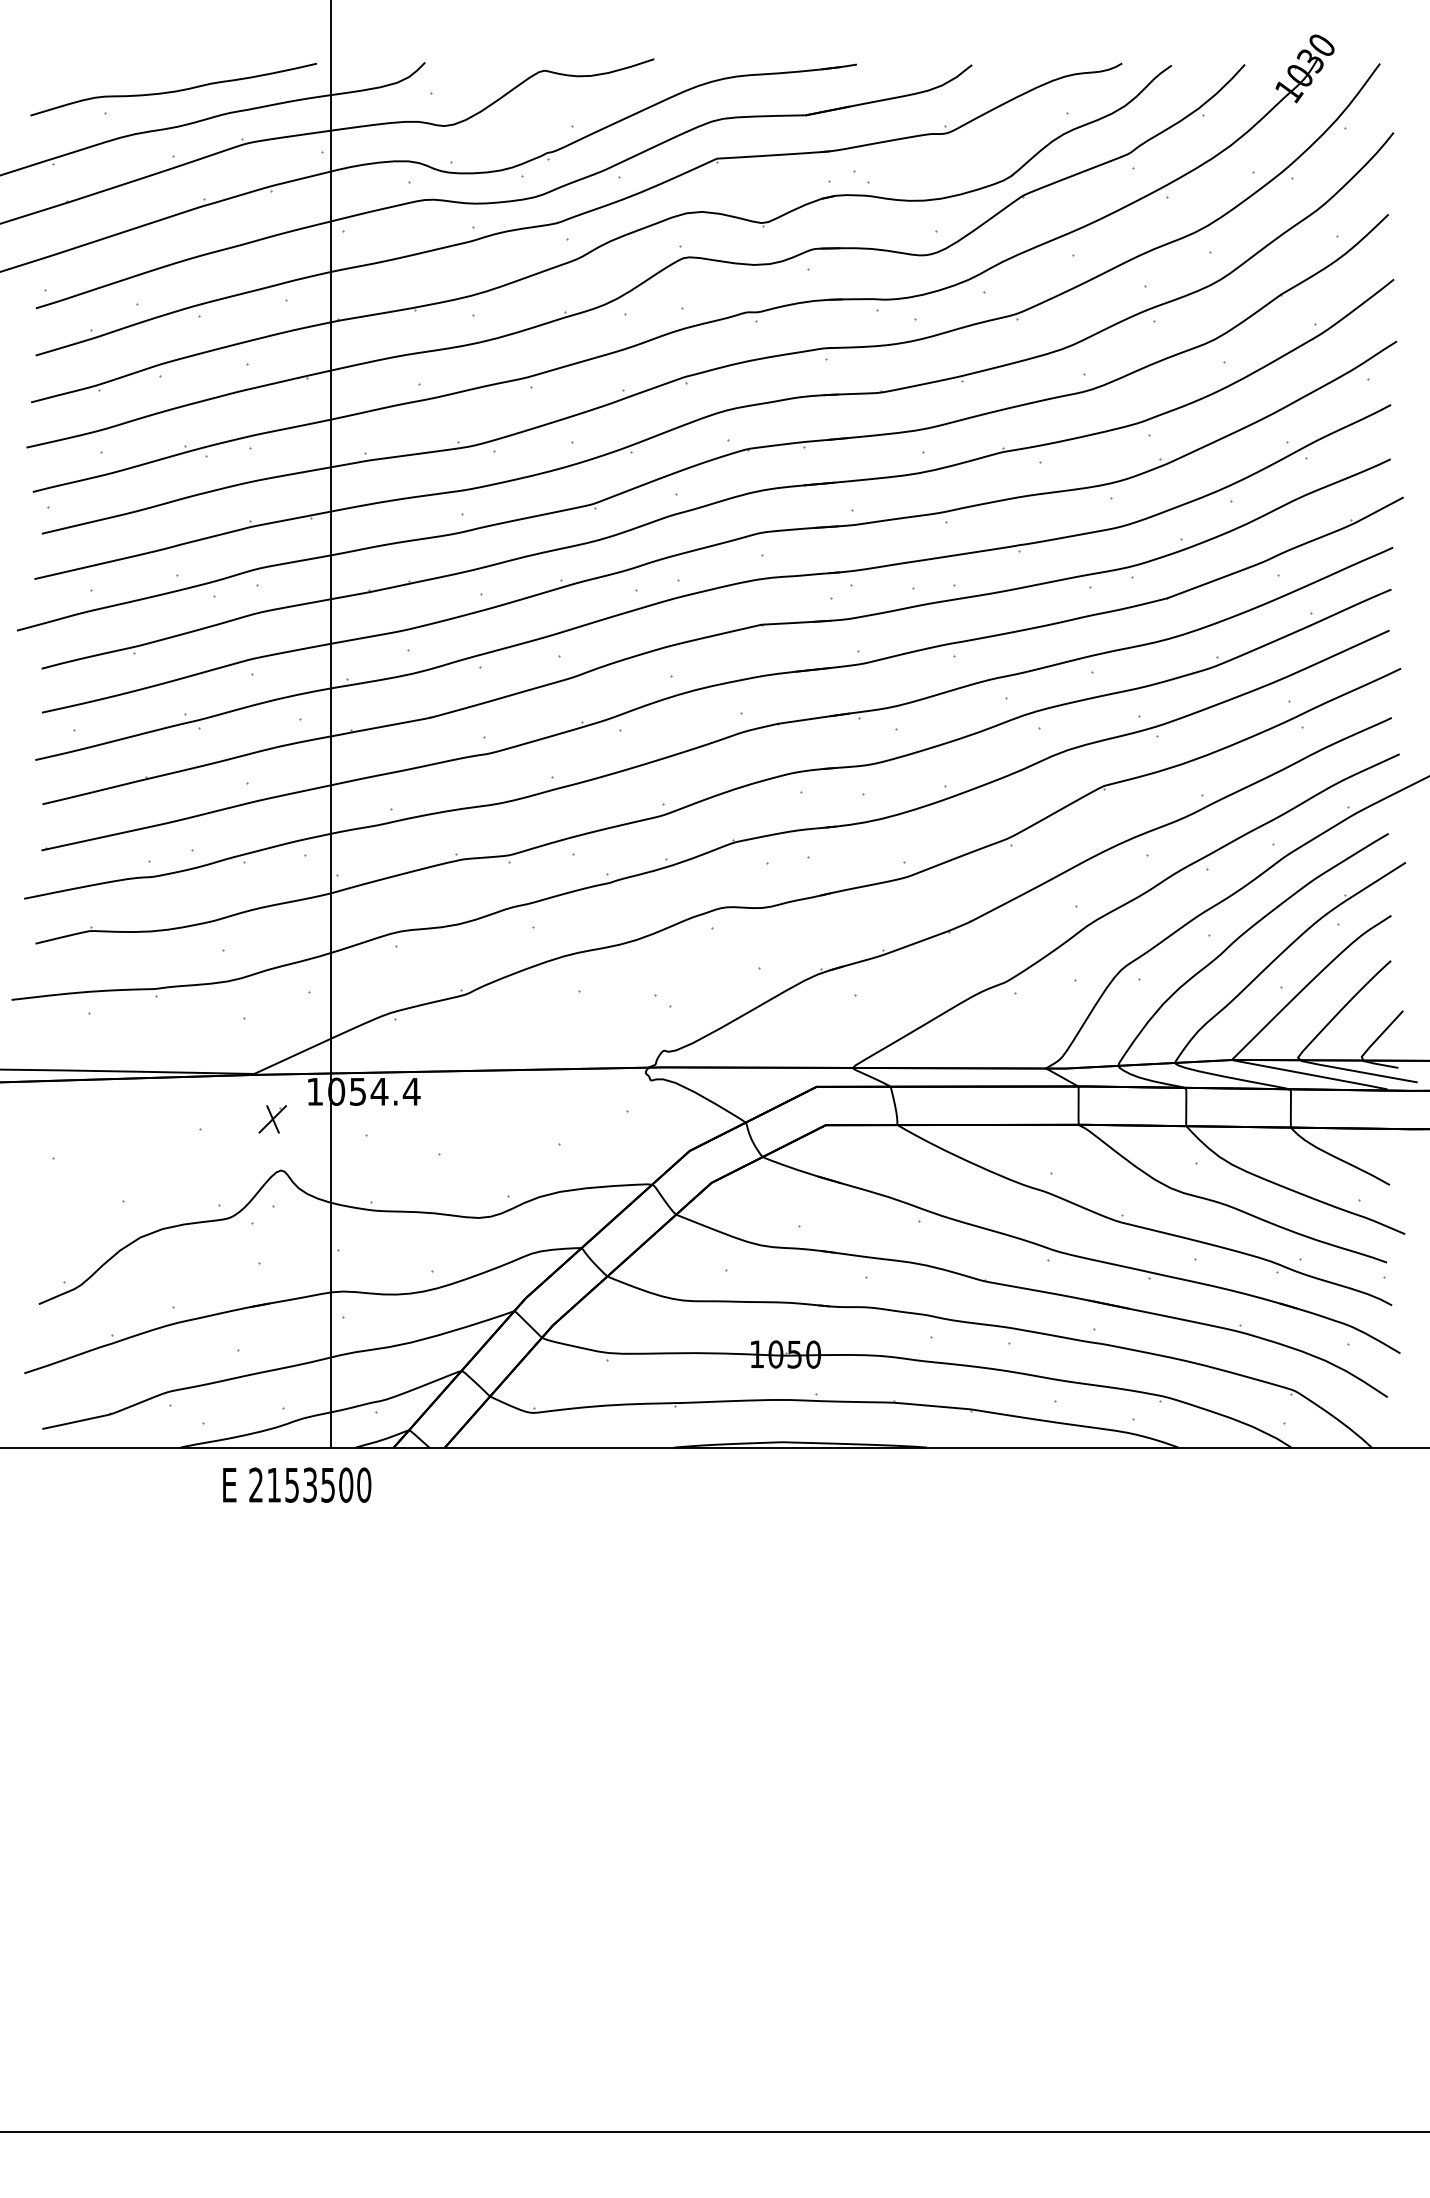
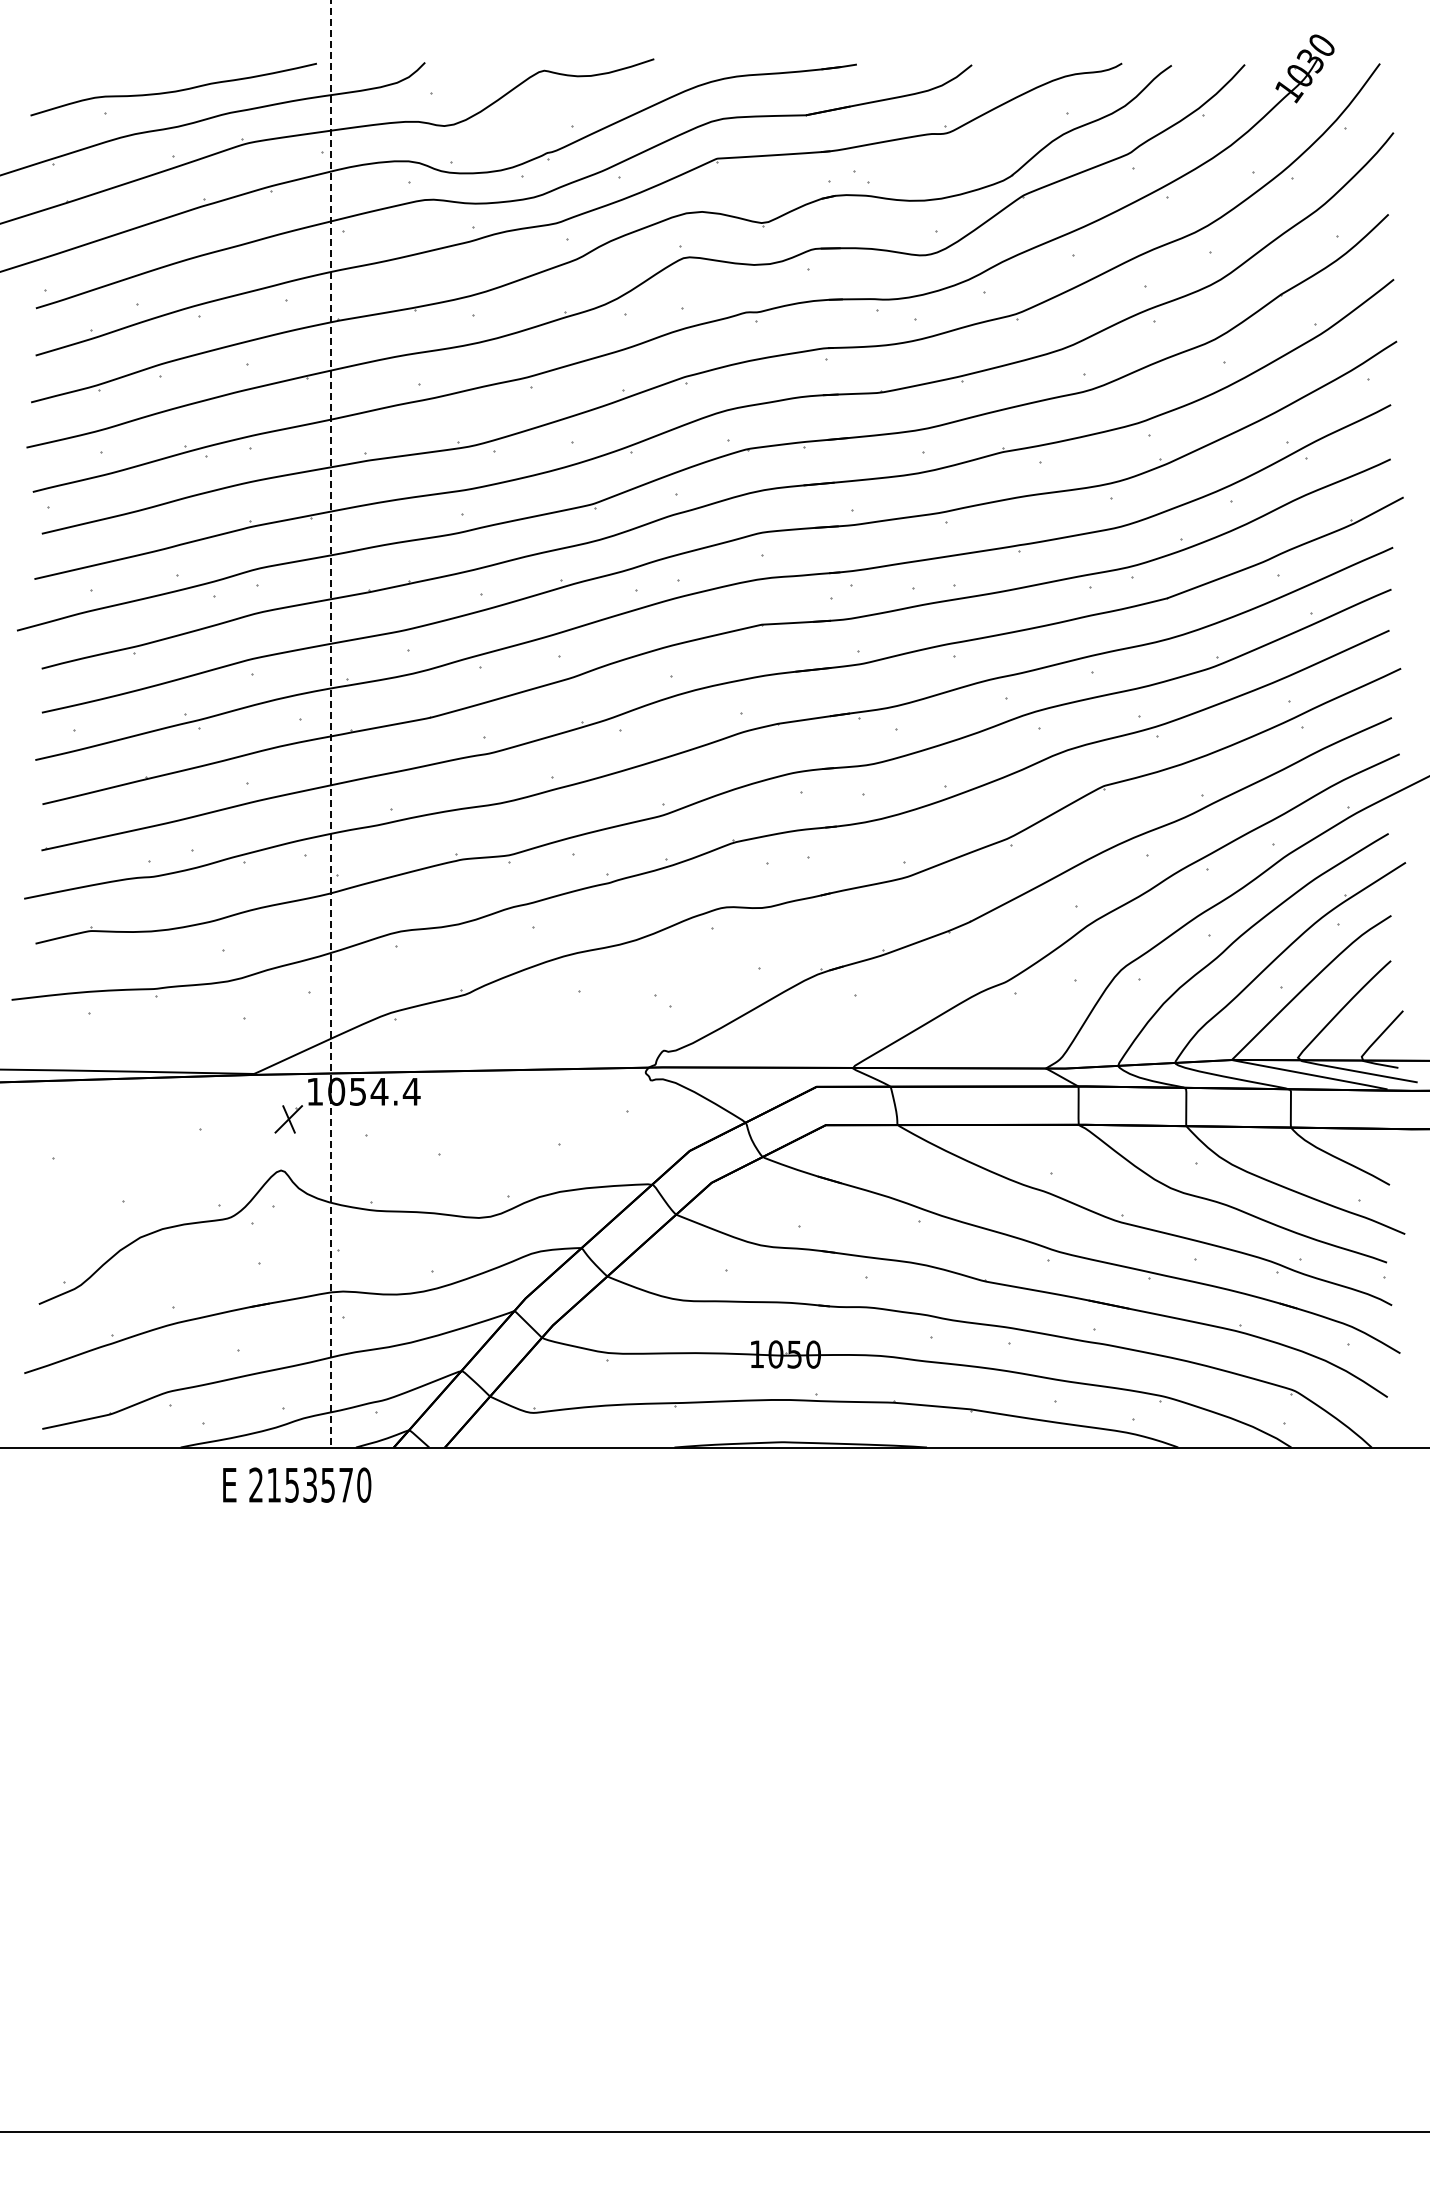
line at (331, 724): solid -> dashed
part at (272, 1119) position: (272, 1119) -> (288, 1119)
text at (346, 1484): 2153500 -> 2153570
